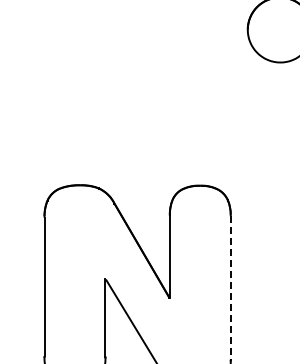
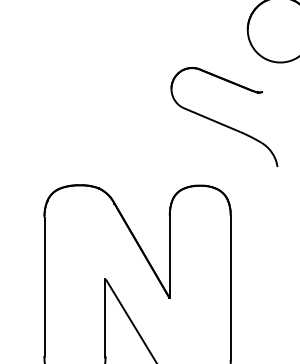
part at (223, 123): none -> present
line at (230, 288): dashed -> solid
